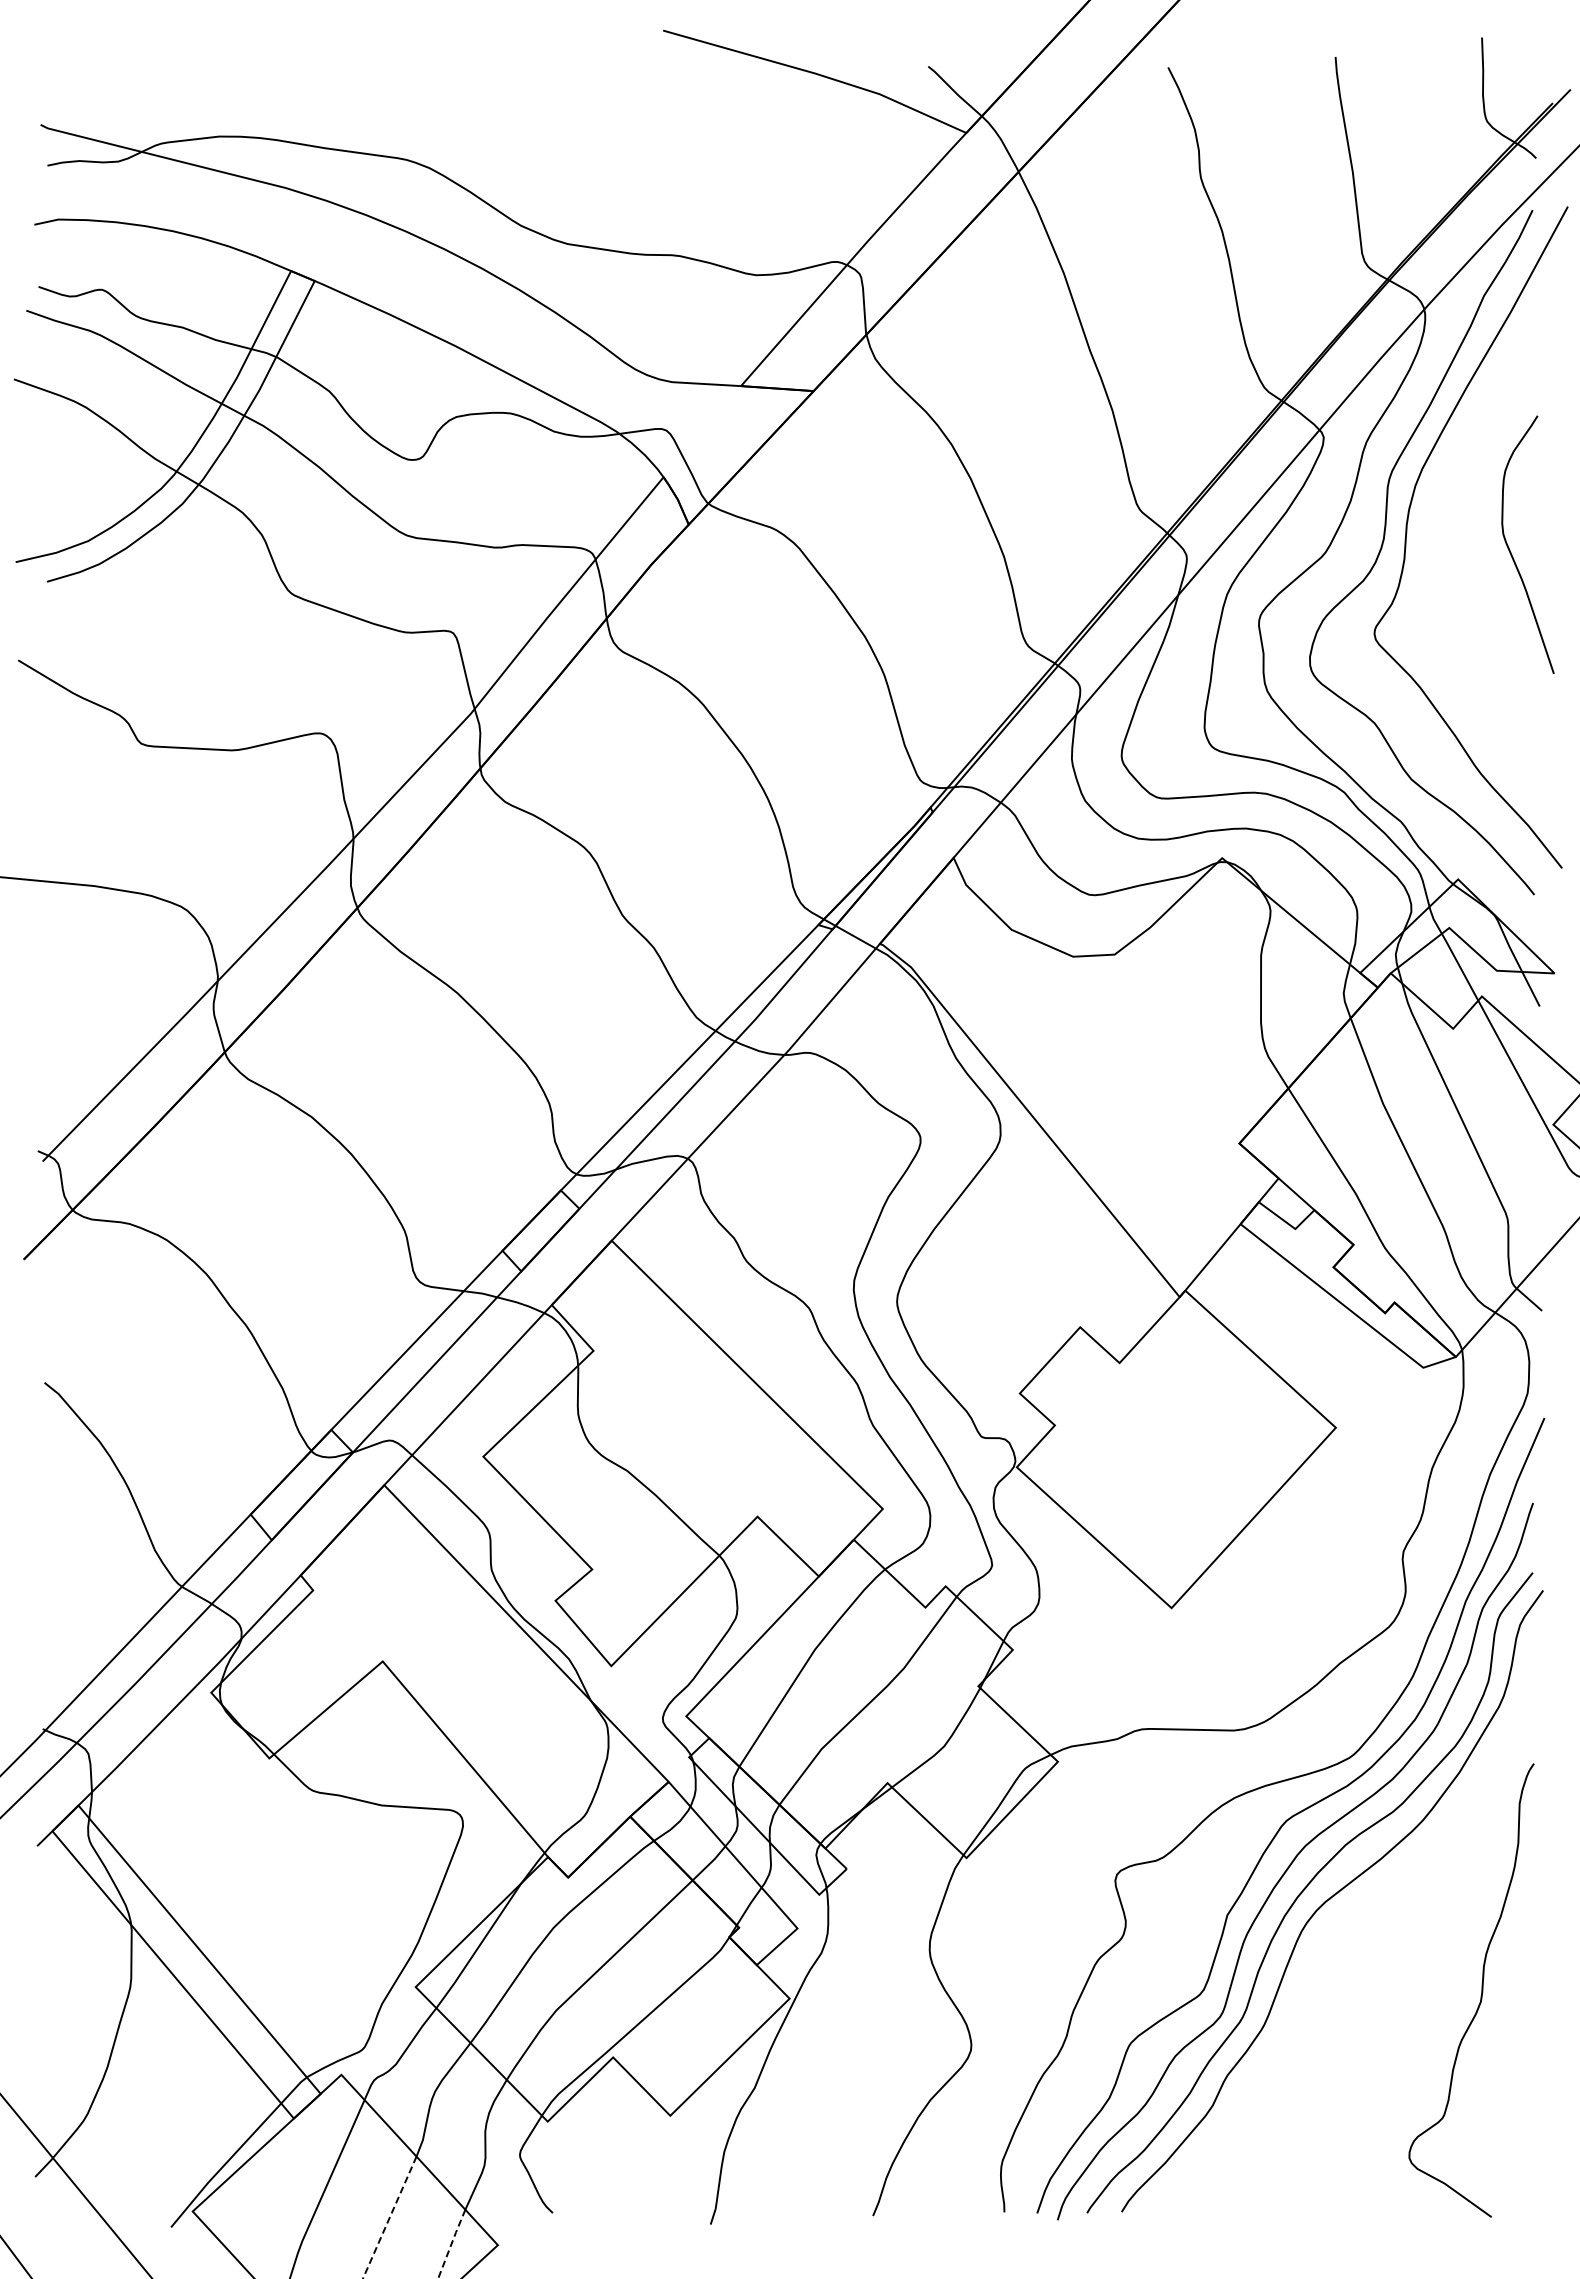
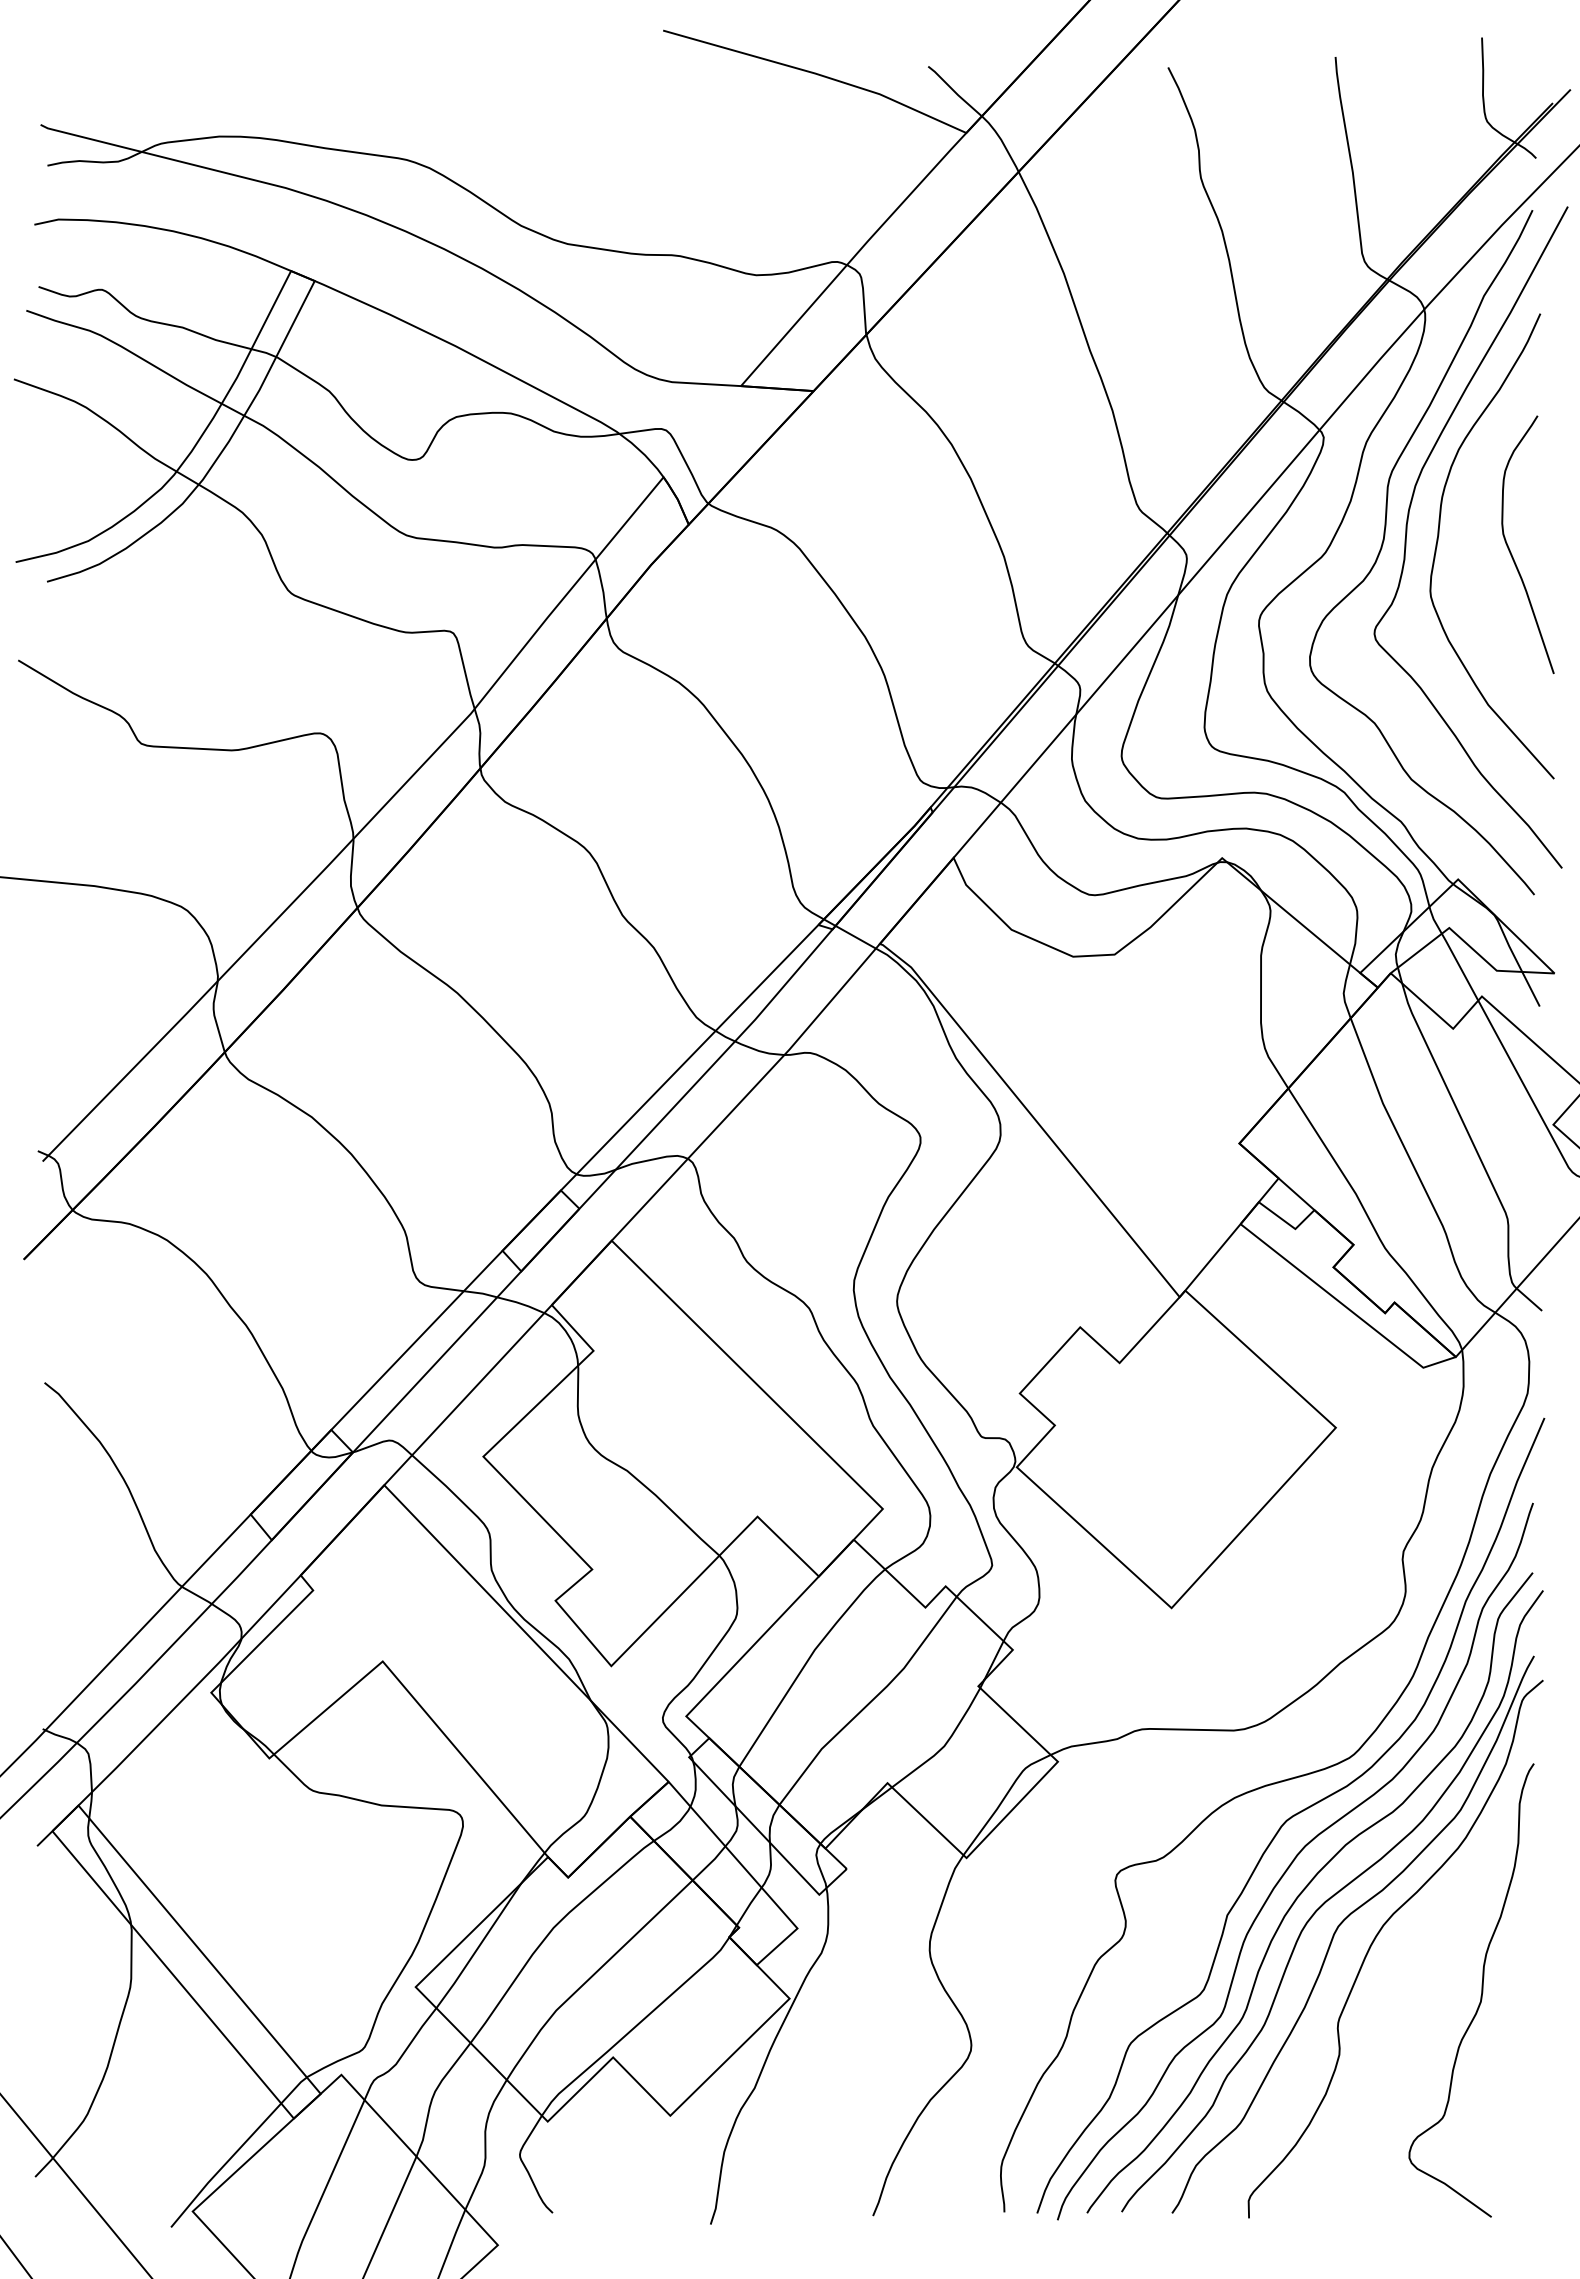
curve at (1439, 535): none -> present
part at (1369, 1945): none -> present
line at (389, 2217): dashed -> solid
line at (451, 2243): dashed -> solid
